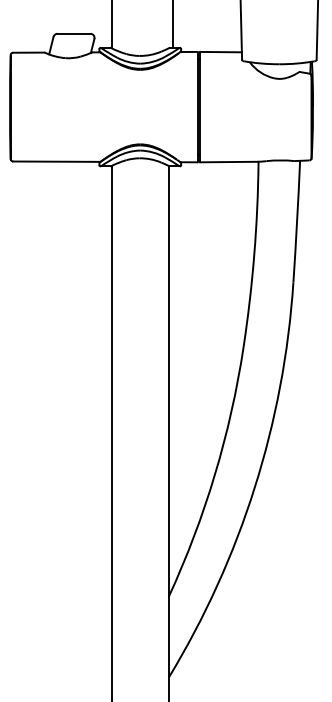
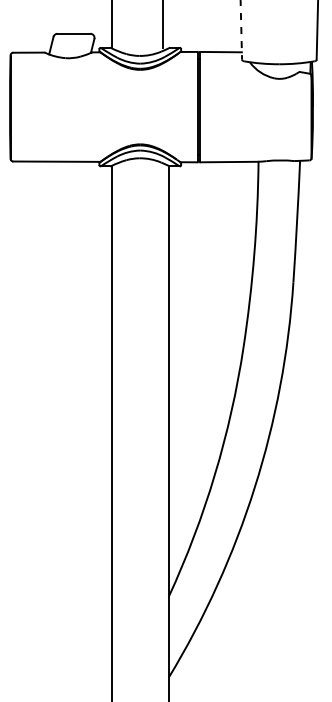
line at (173, 24) position: (173, 24) -> (163, 24)
line at (241, 30): solid -> dashed
